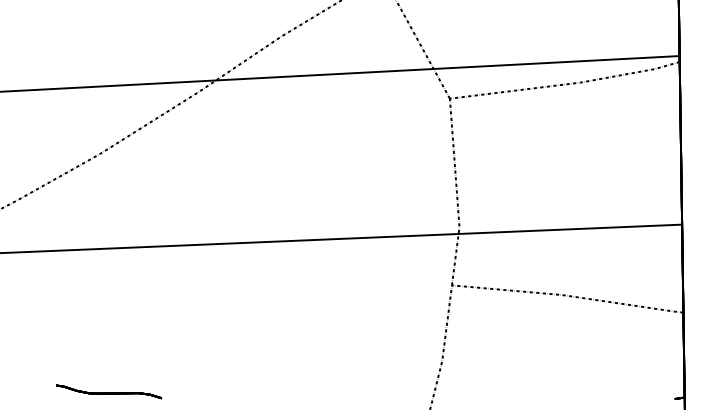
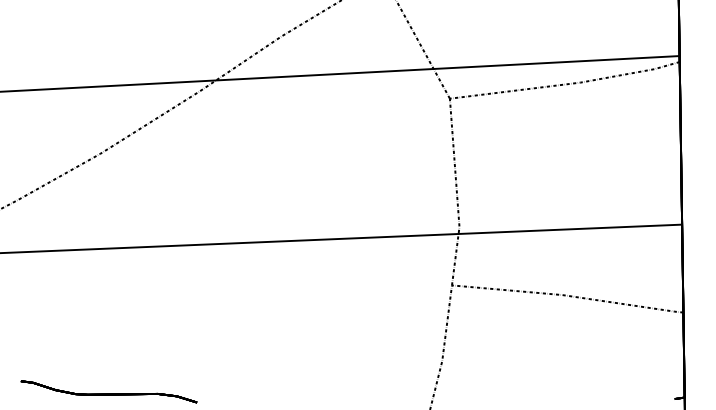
part at (109, 391) size: 107x16 px -> 178x24 px
